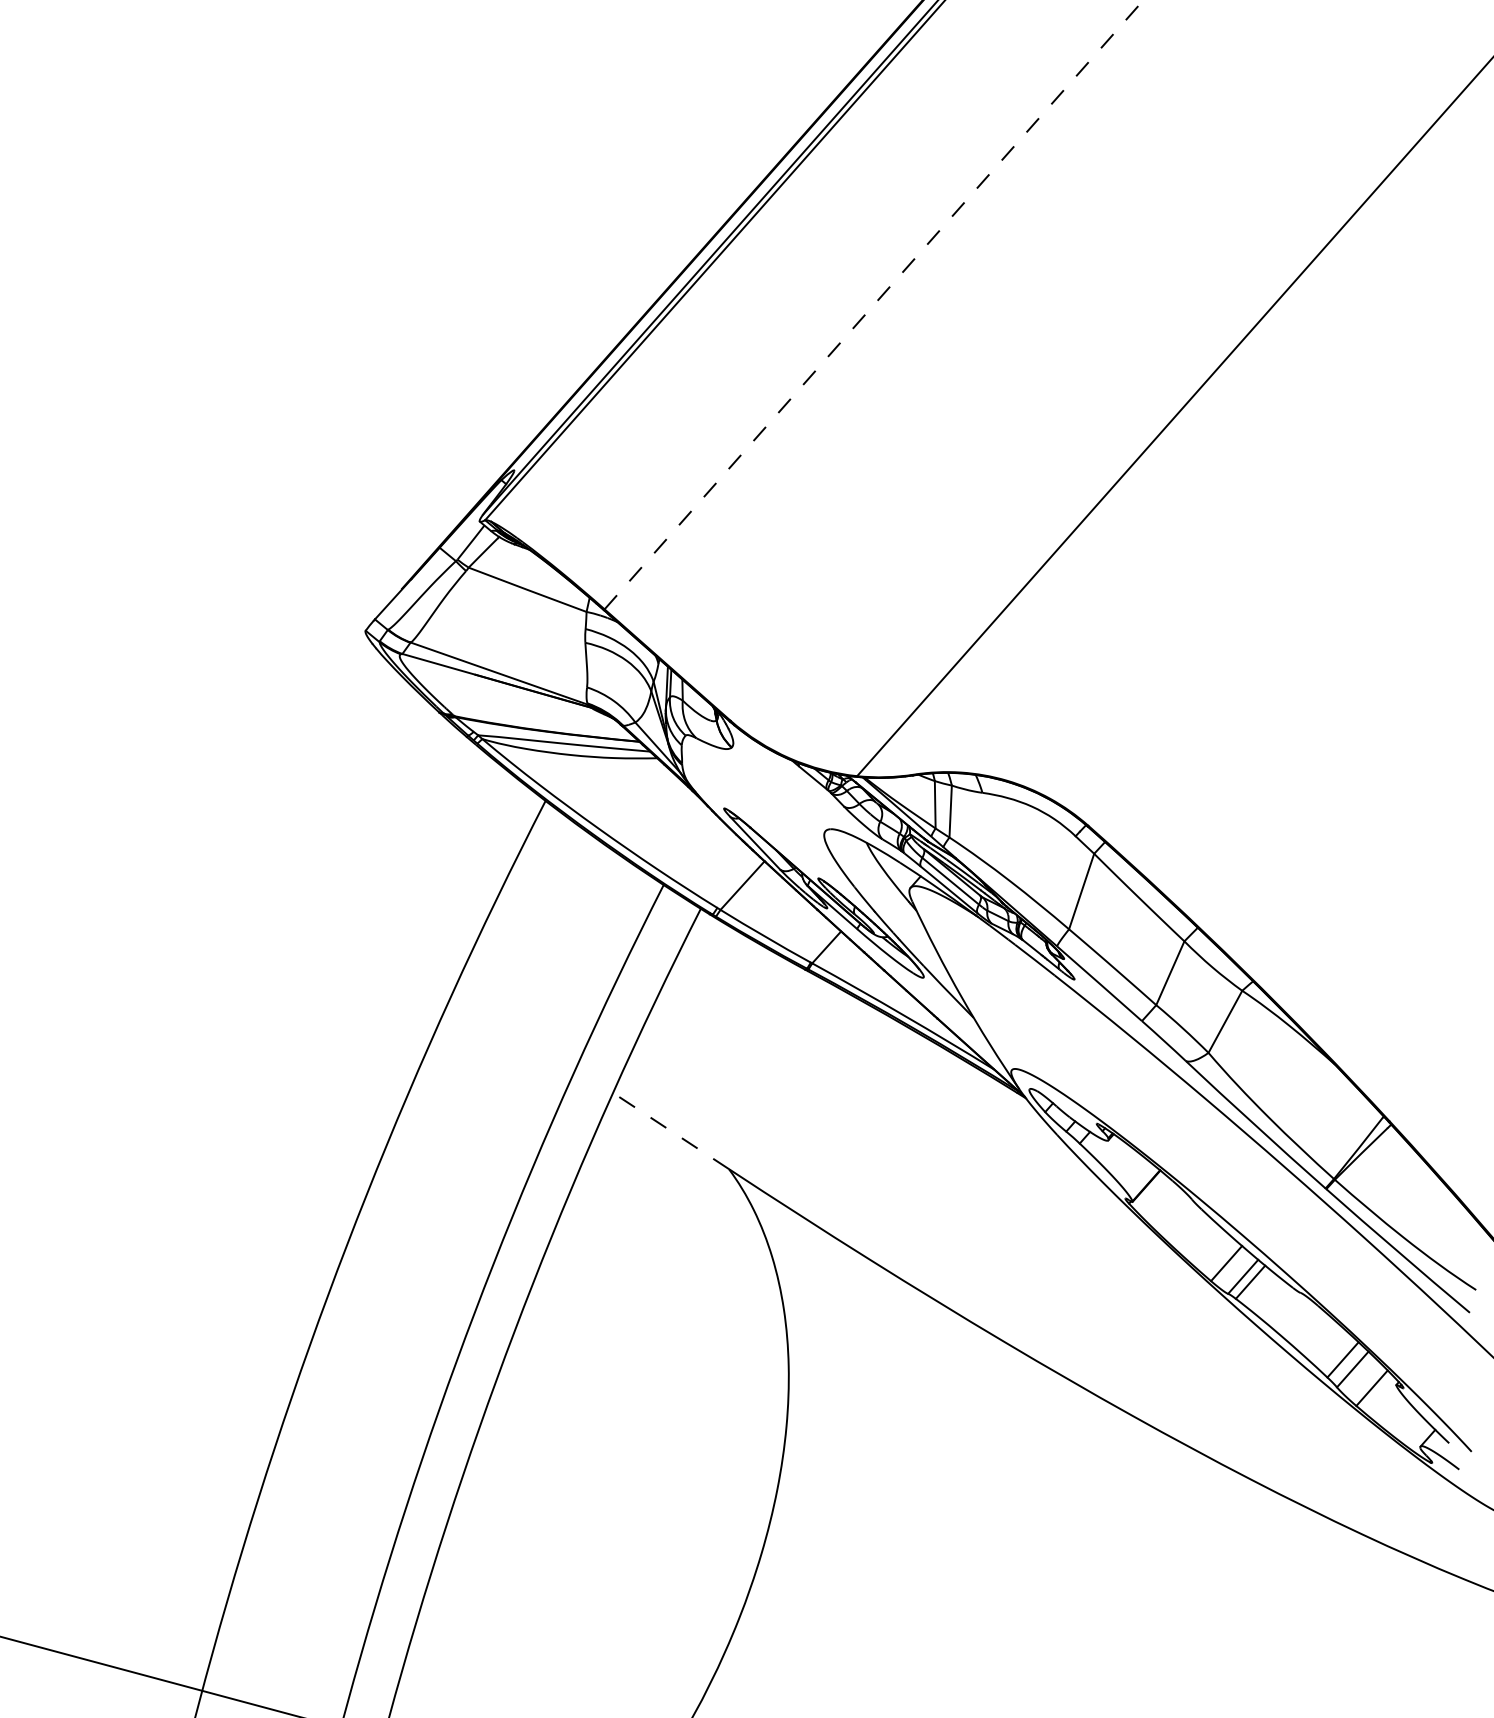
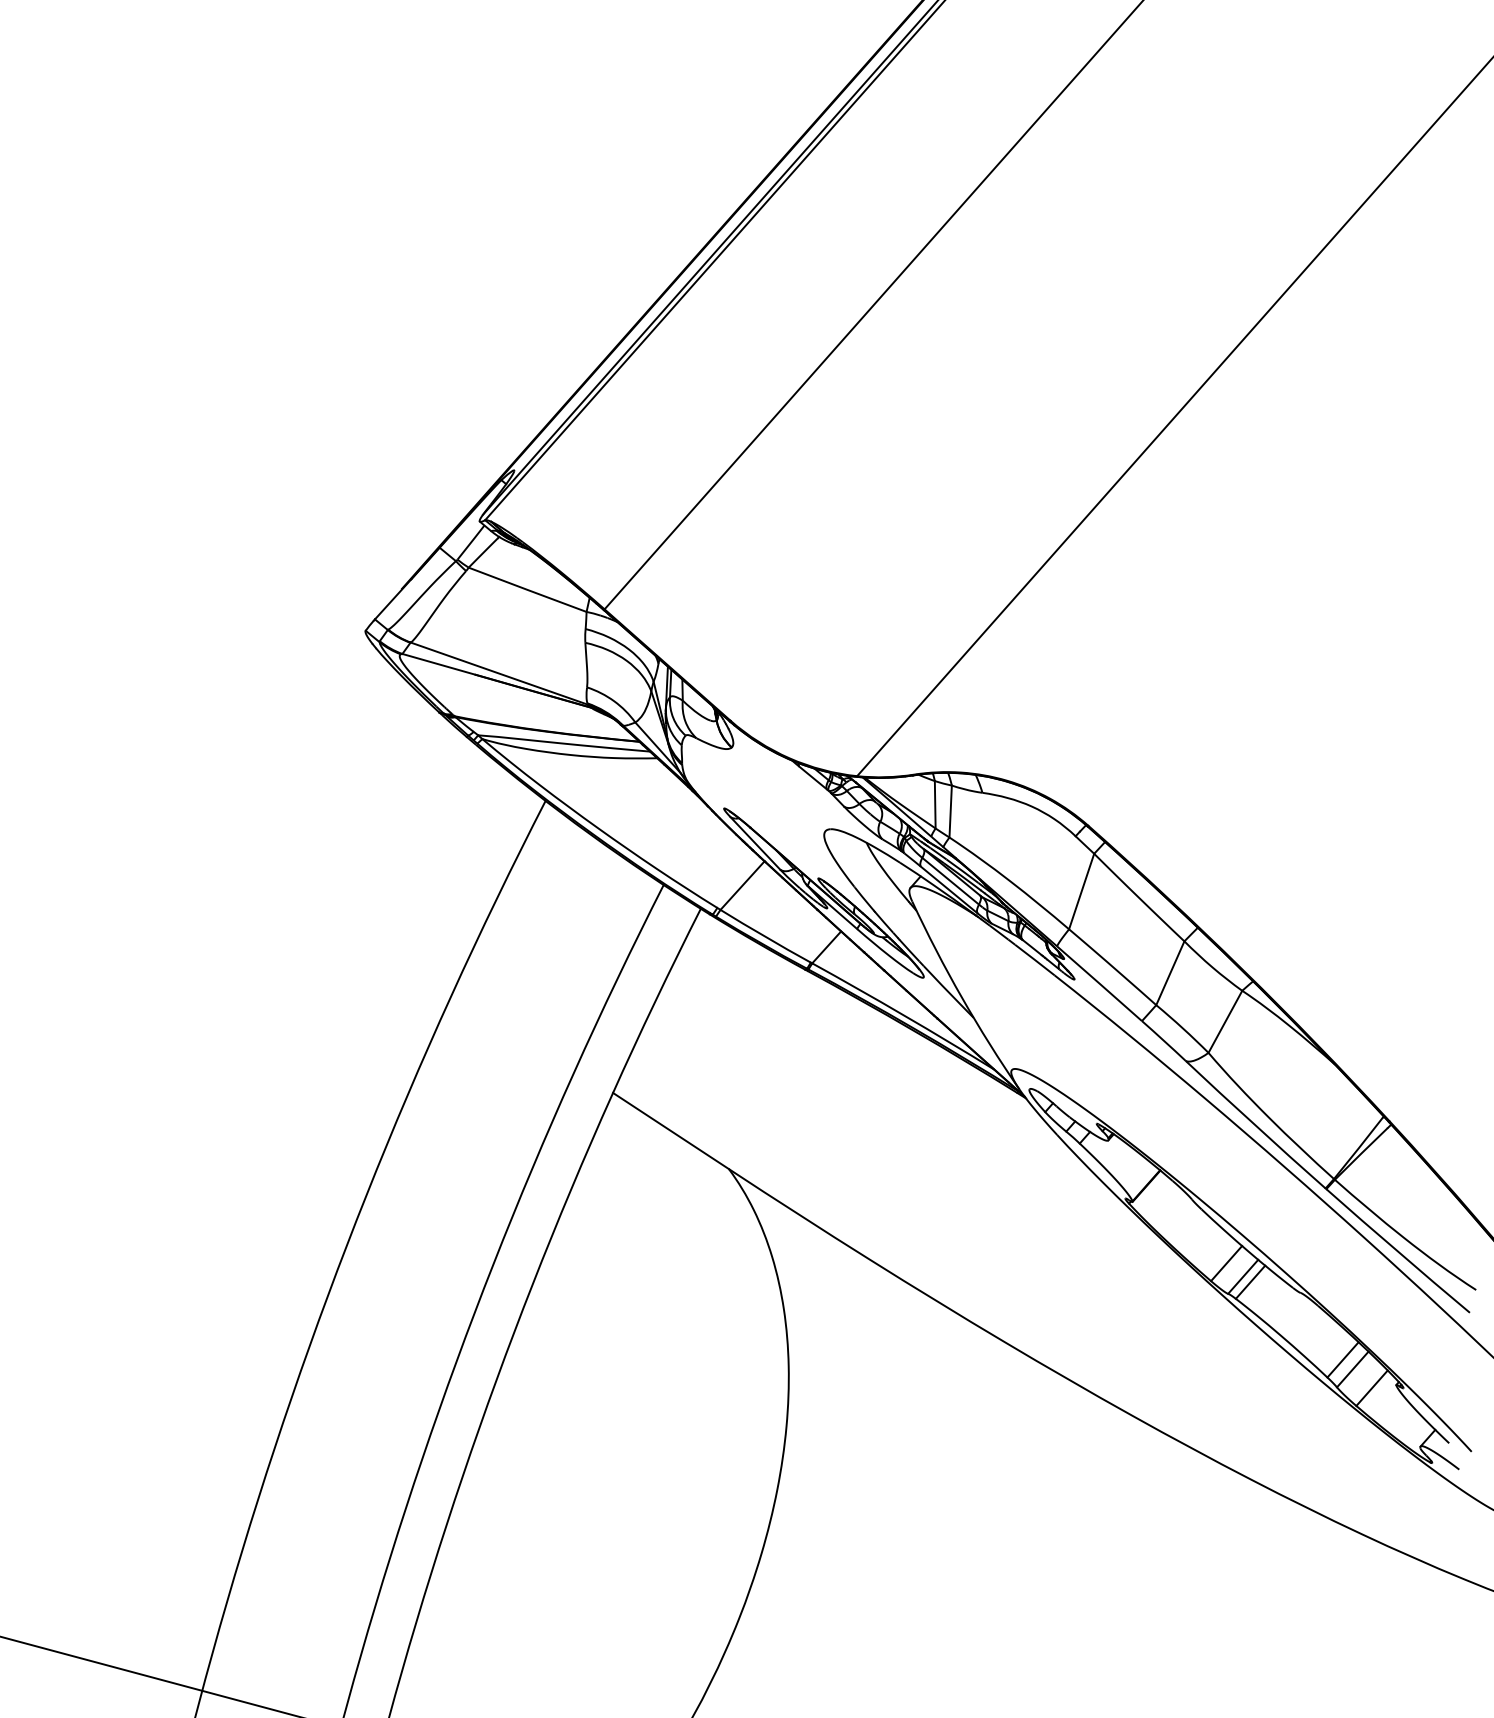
line at (874, 304): dashed -> solid
line at (670, 1130): dashed -> solid
